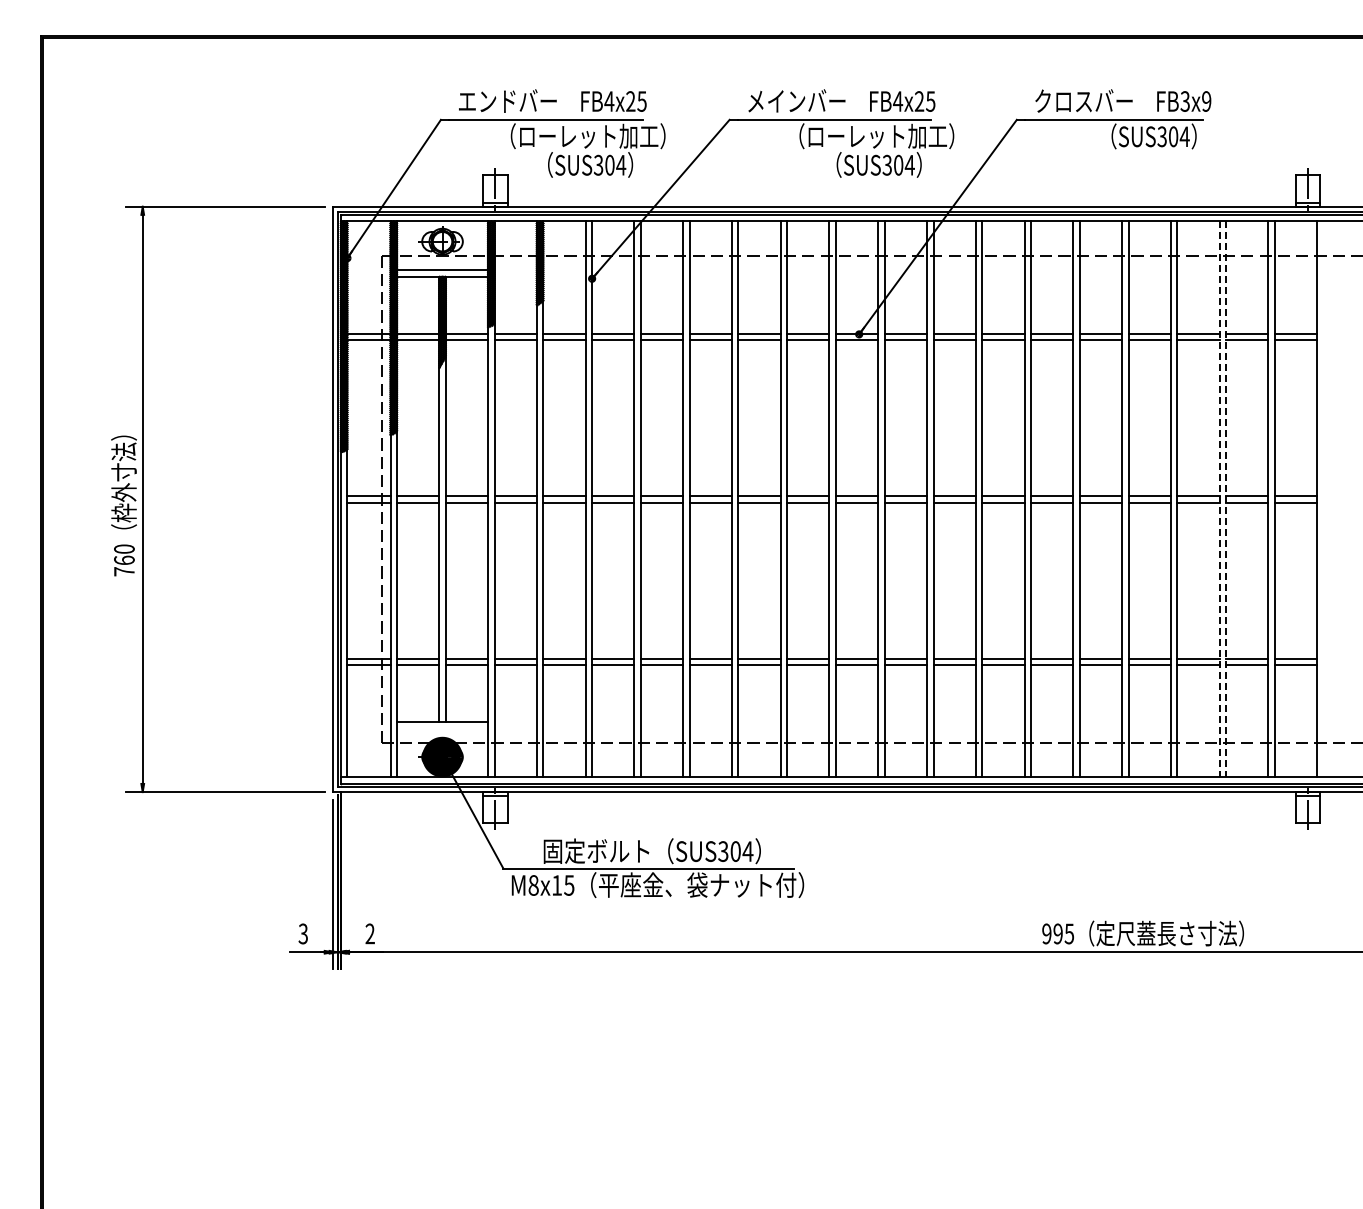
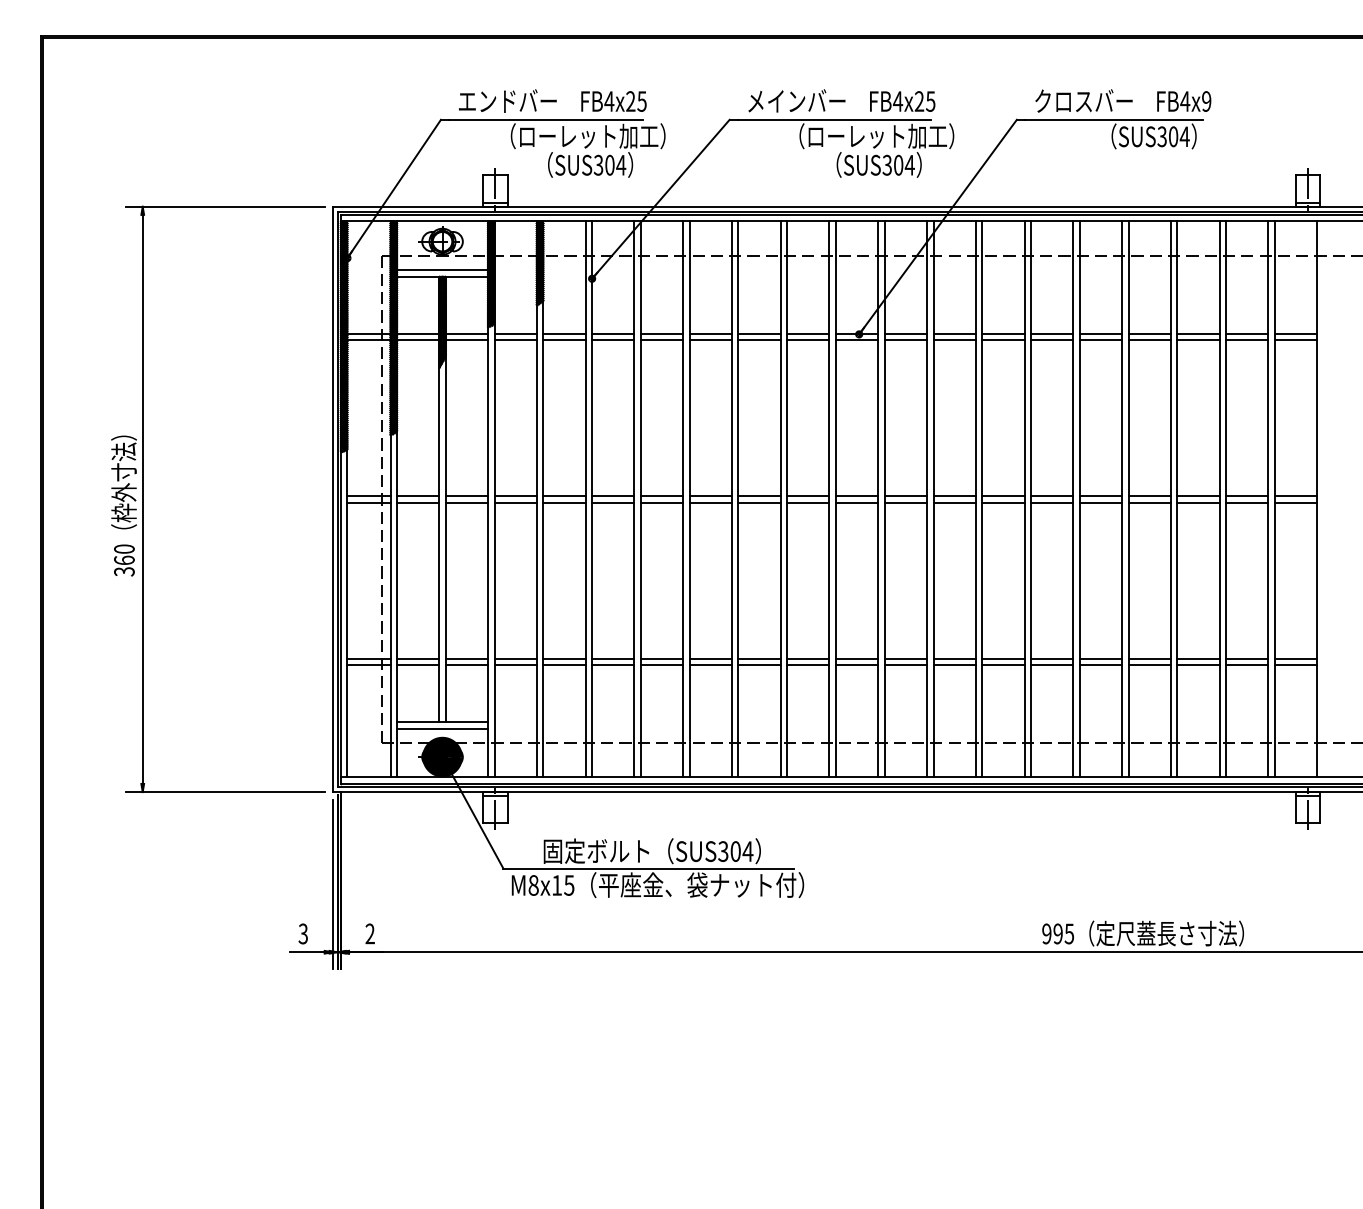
text at (1185, 101): FB3x9 -> FB4x9
line at (1219, 499): dashed -> solid
line at (1226, 499): dashed -> solid
text at (124, 571): 760 -> 360
line at (442, 728): none -> present
